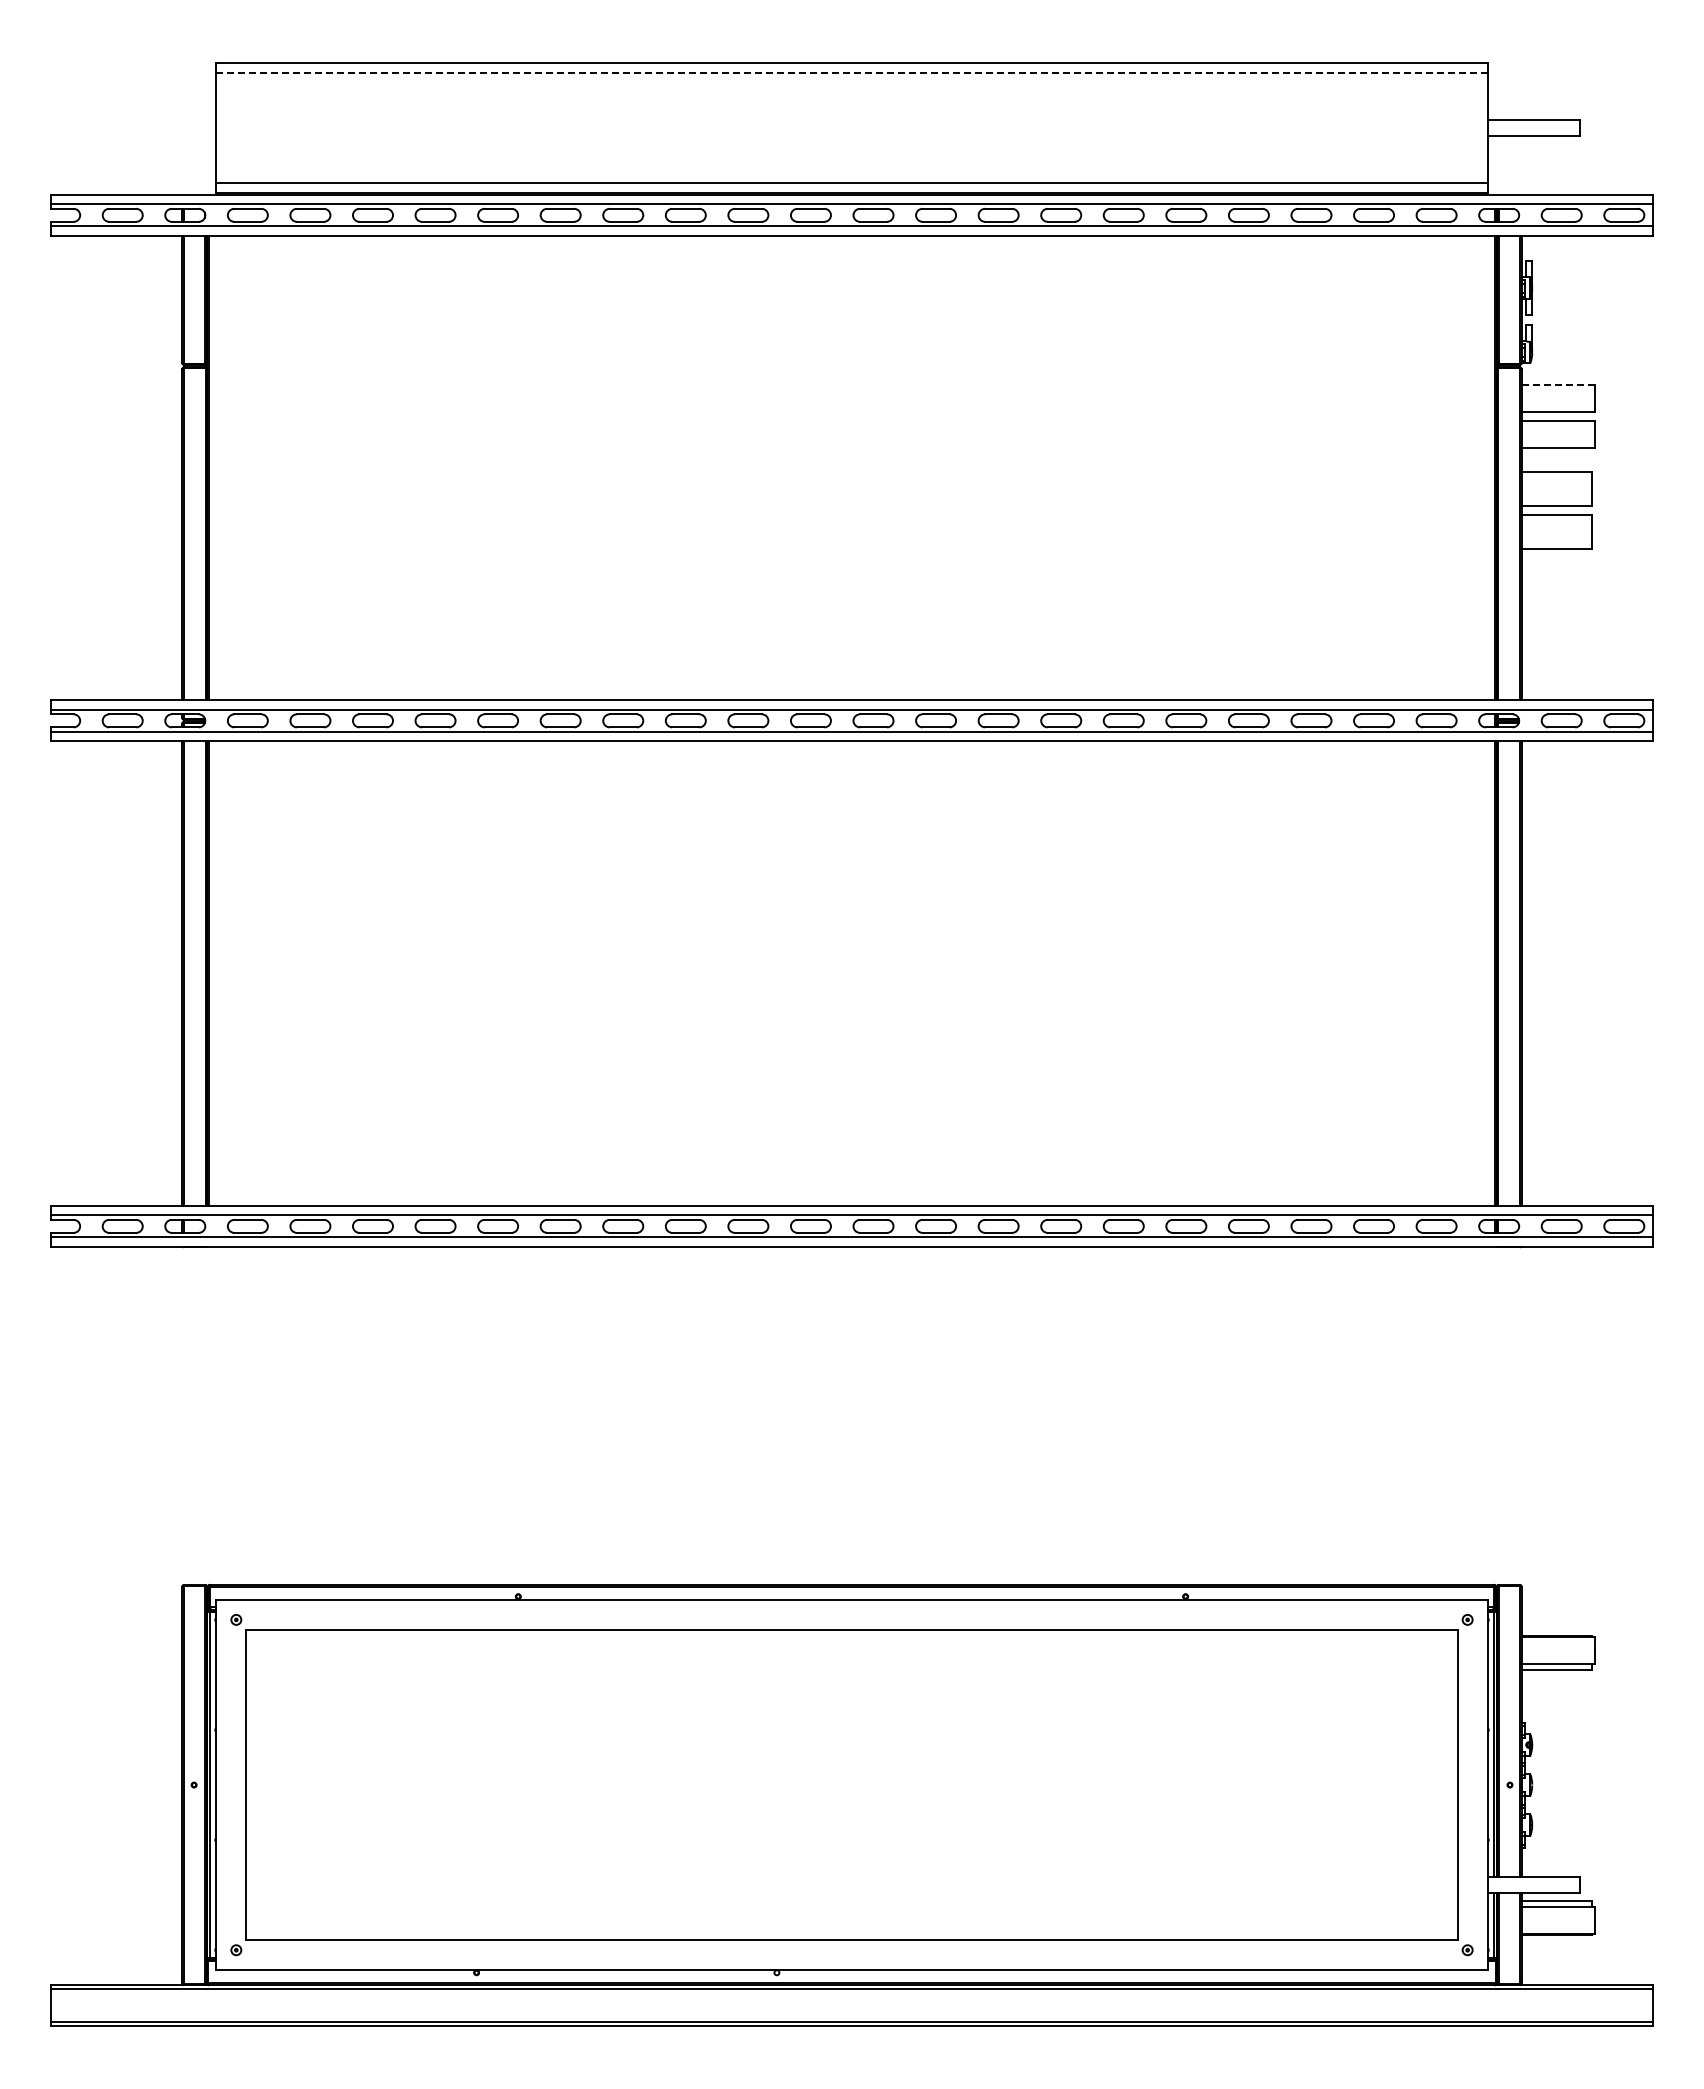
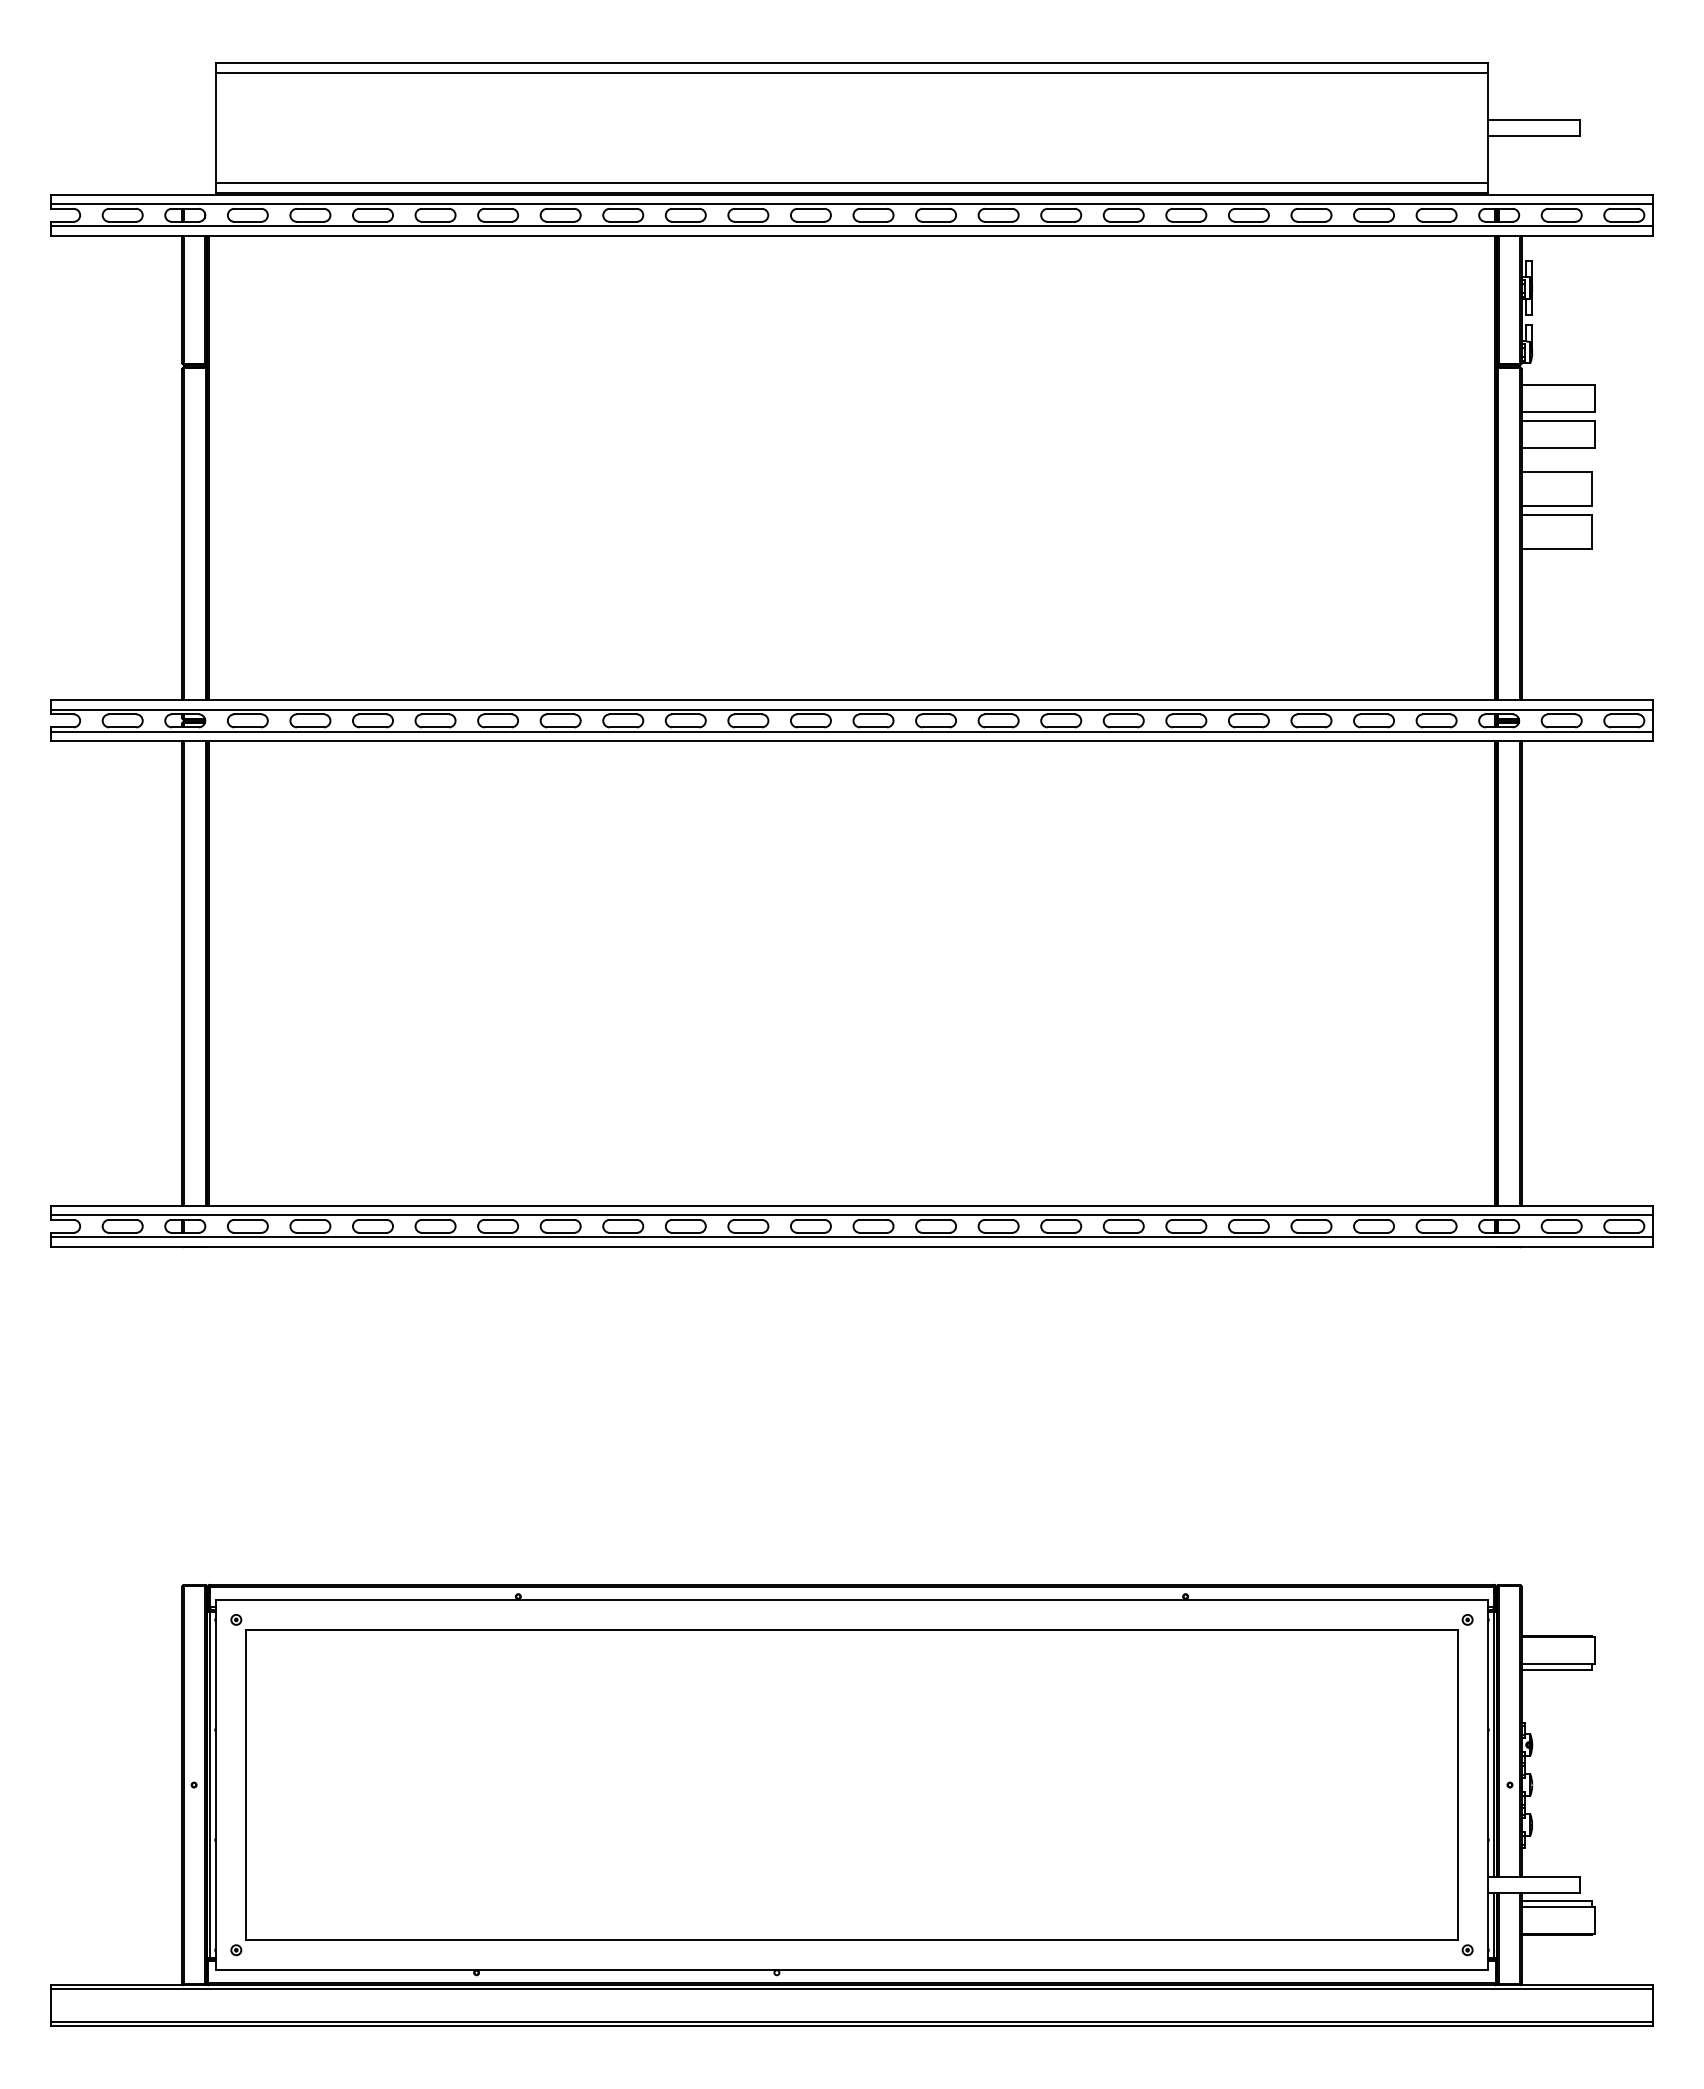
line at (851, 72): dashed -> solid
line at (1558, 385): dashed -> solid
